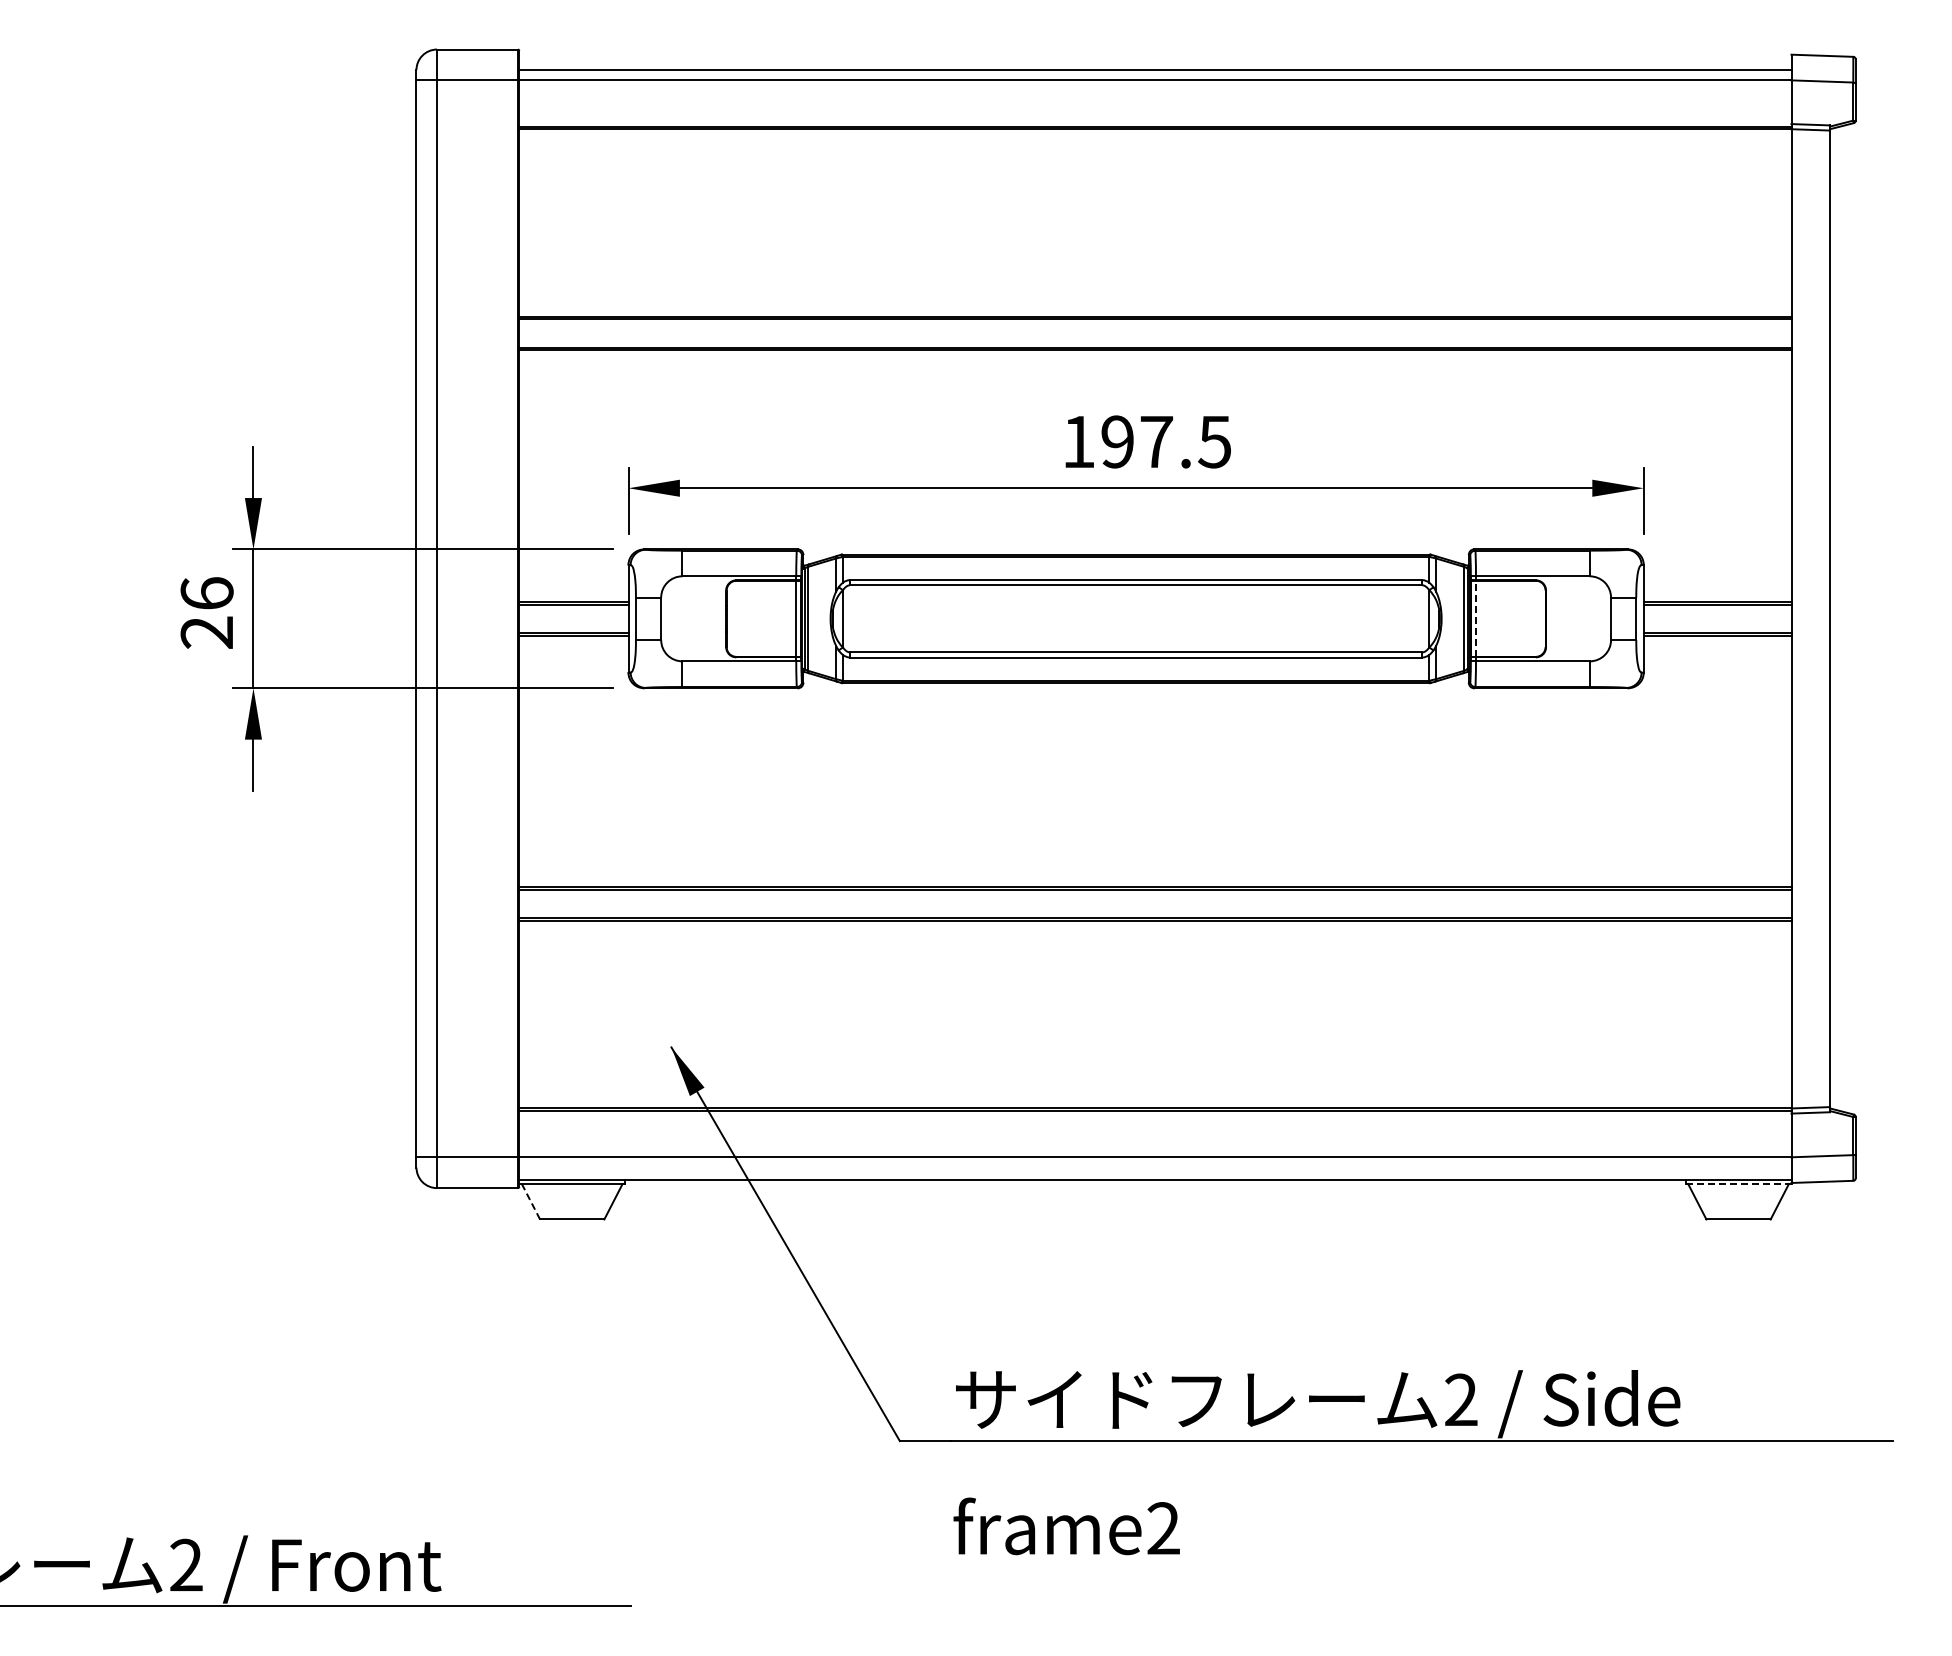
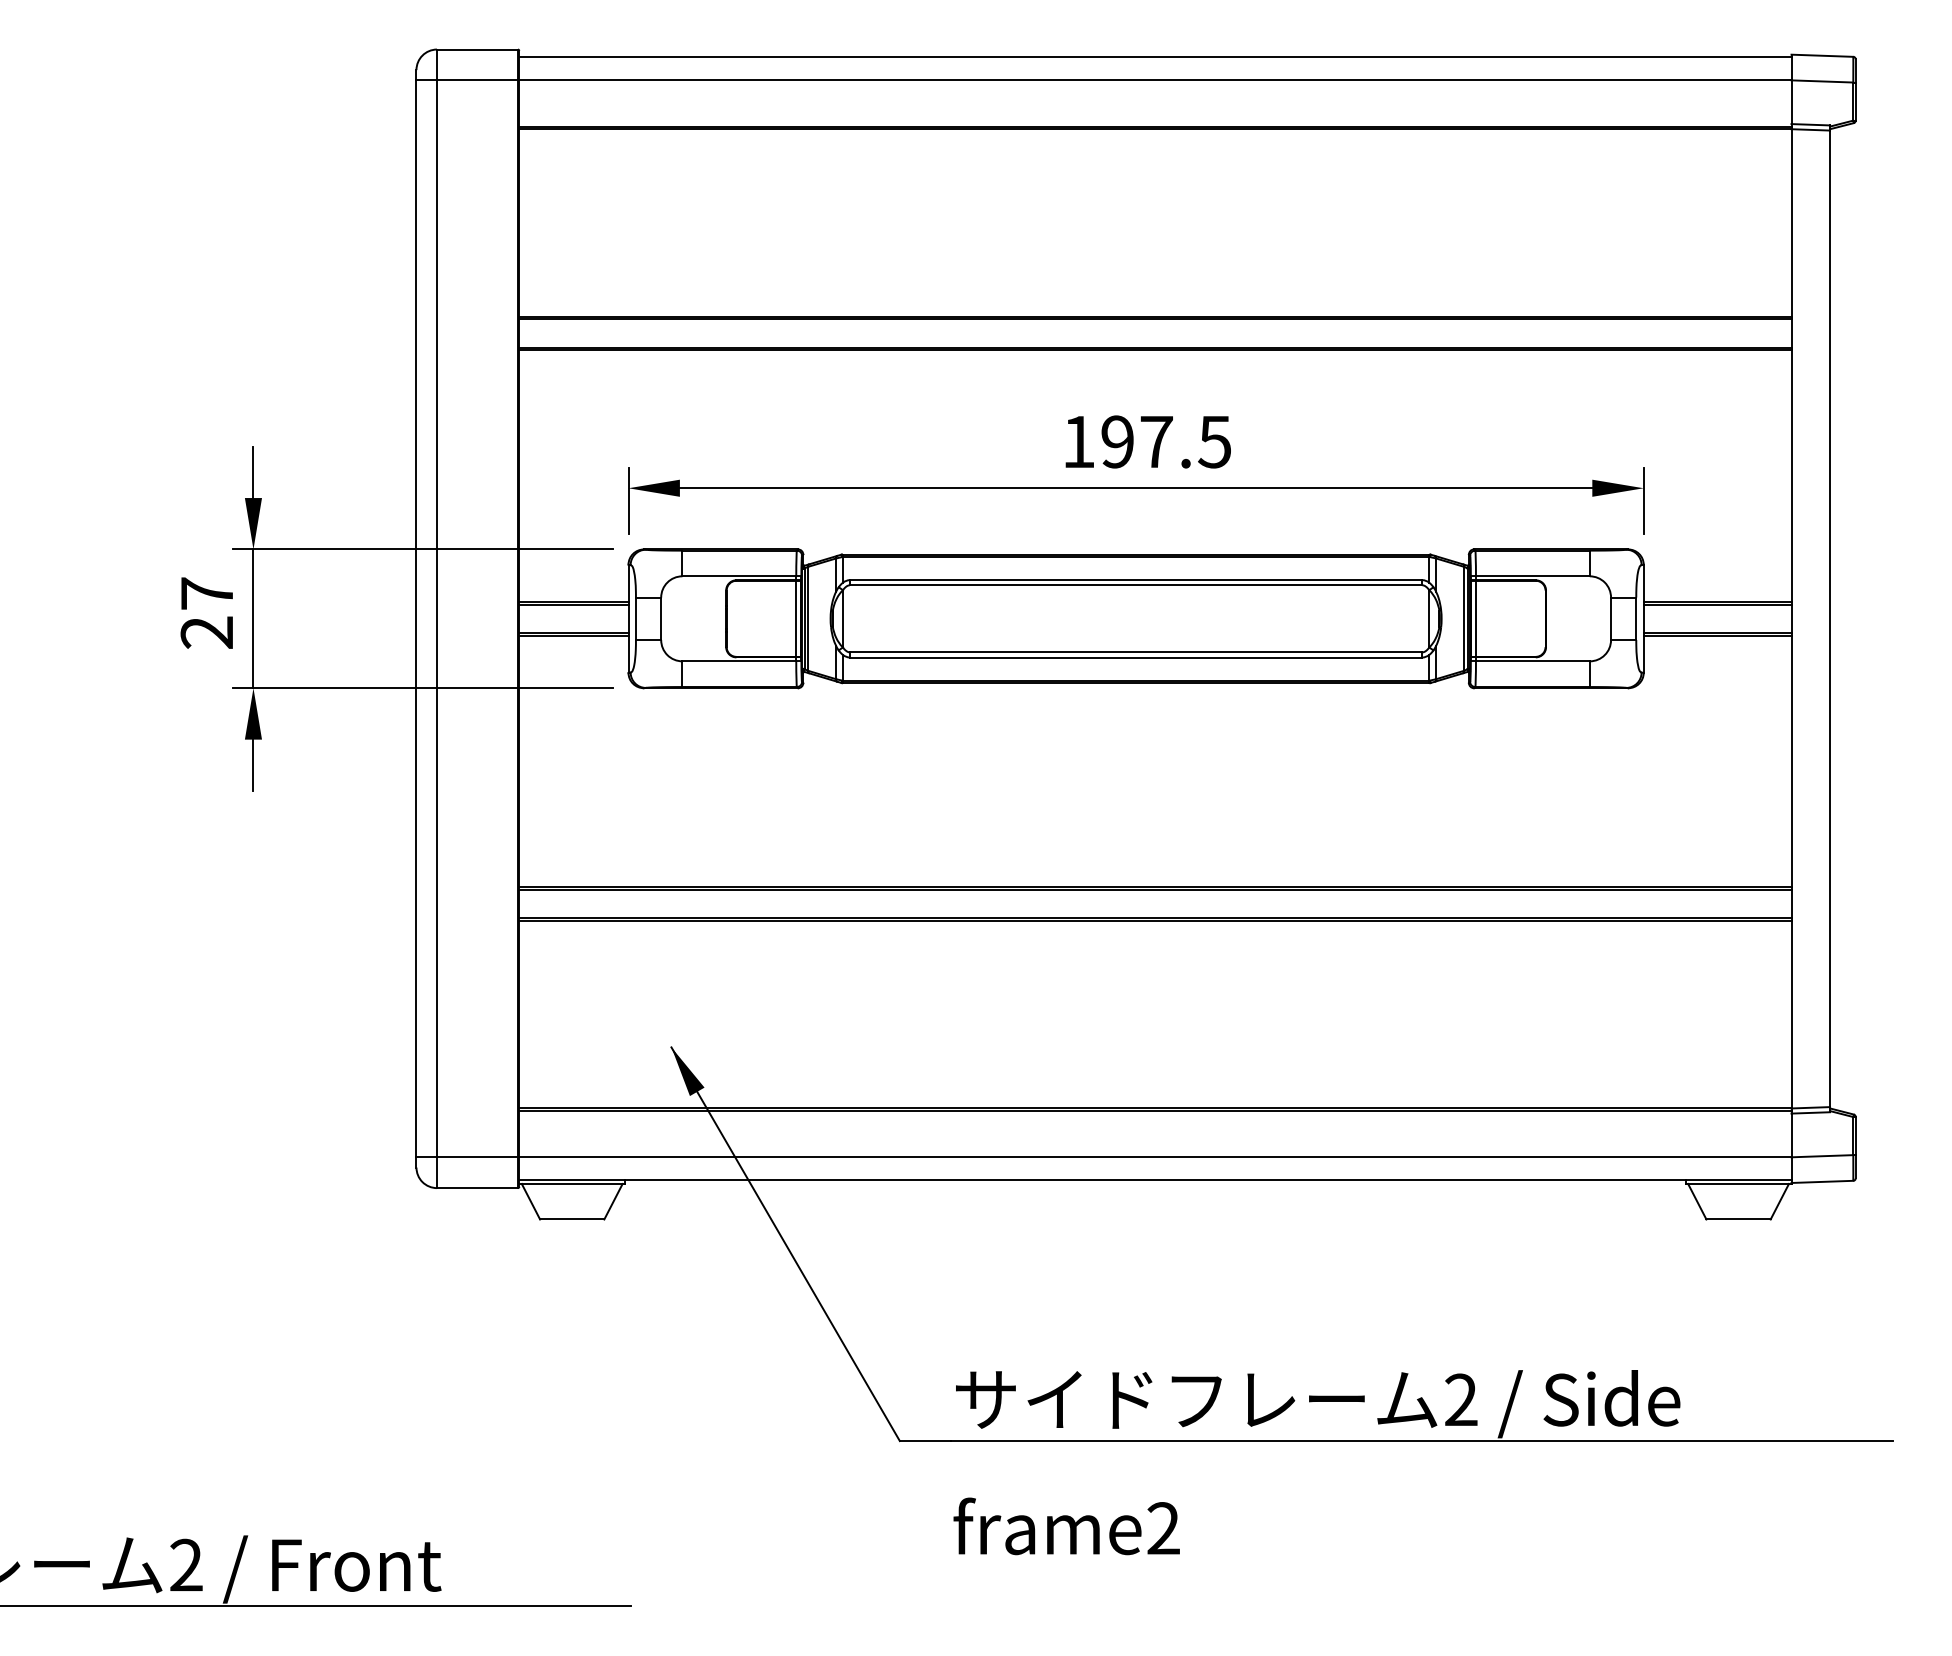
line at (1155, 70) position: (1155, 70) -> (1155, 57)
text at (206, 593): 26 -> 27
line at (1476, 618): dashed -> solid
line at (1738, 1184): dashed -> solid
line at (530, 1201): dashed -> solid
